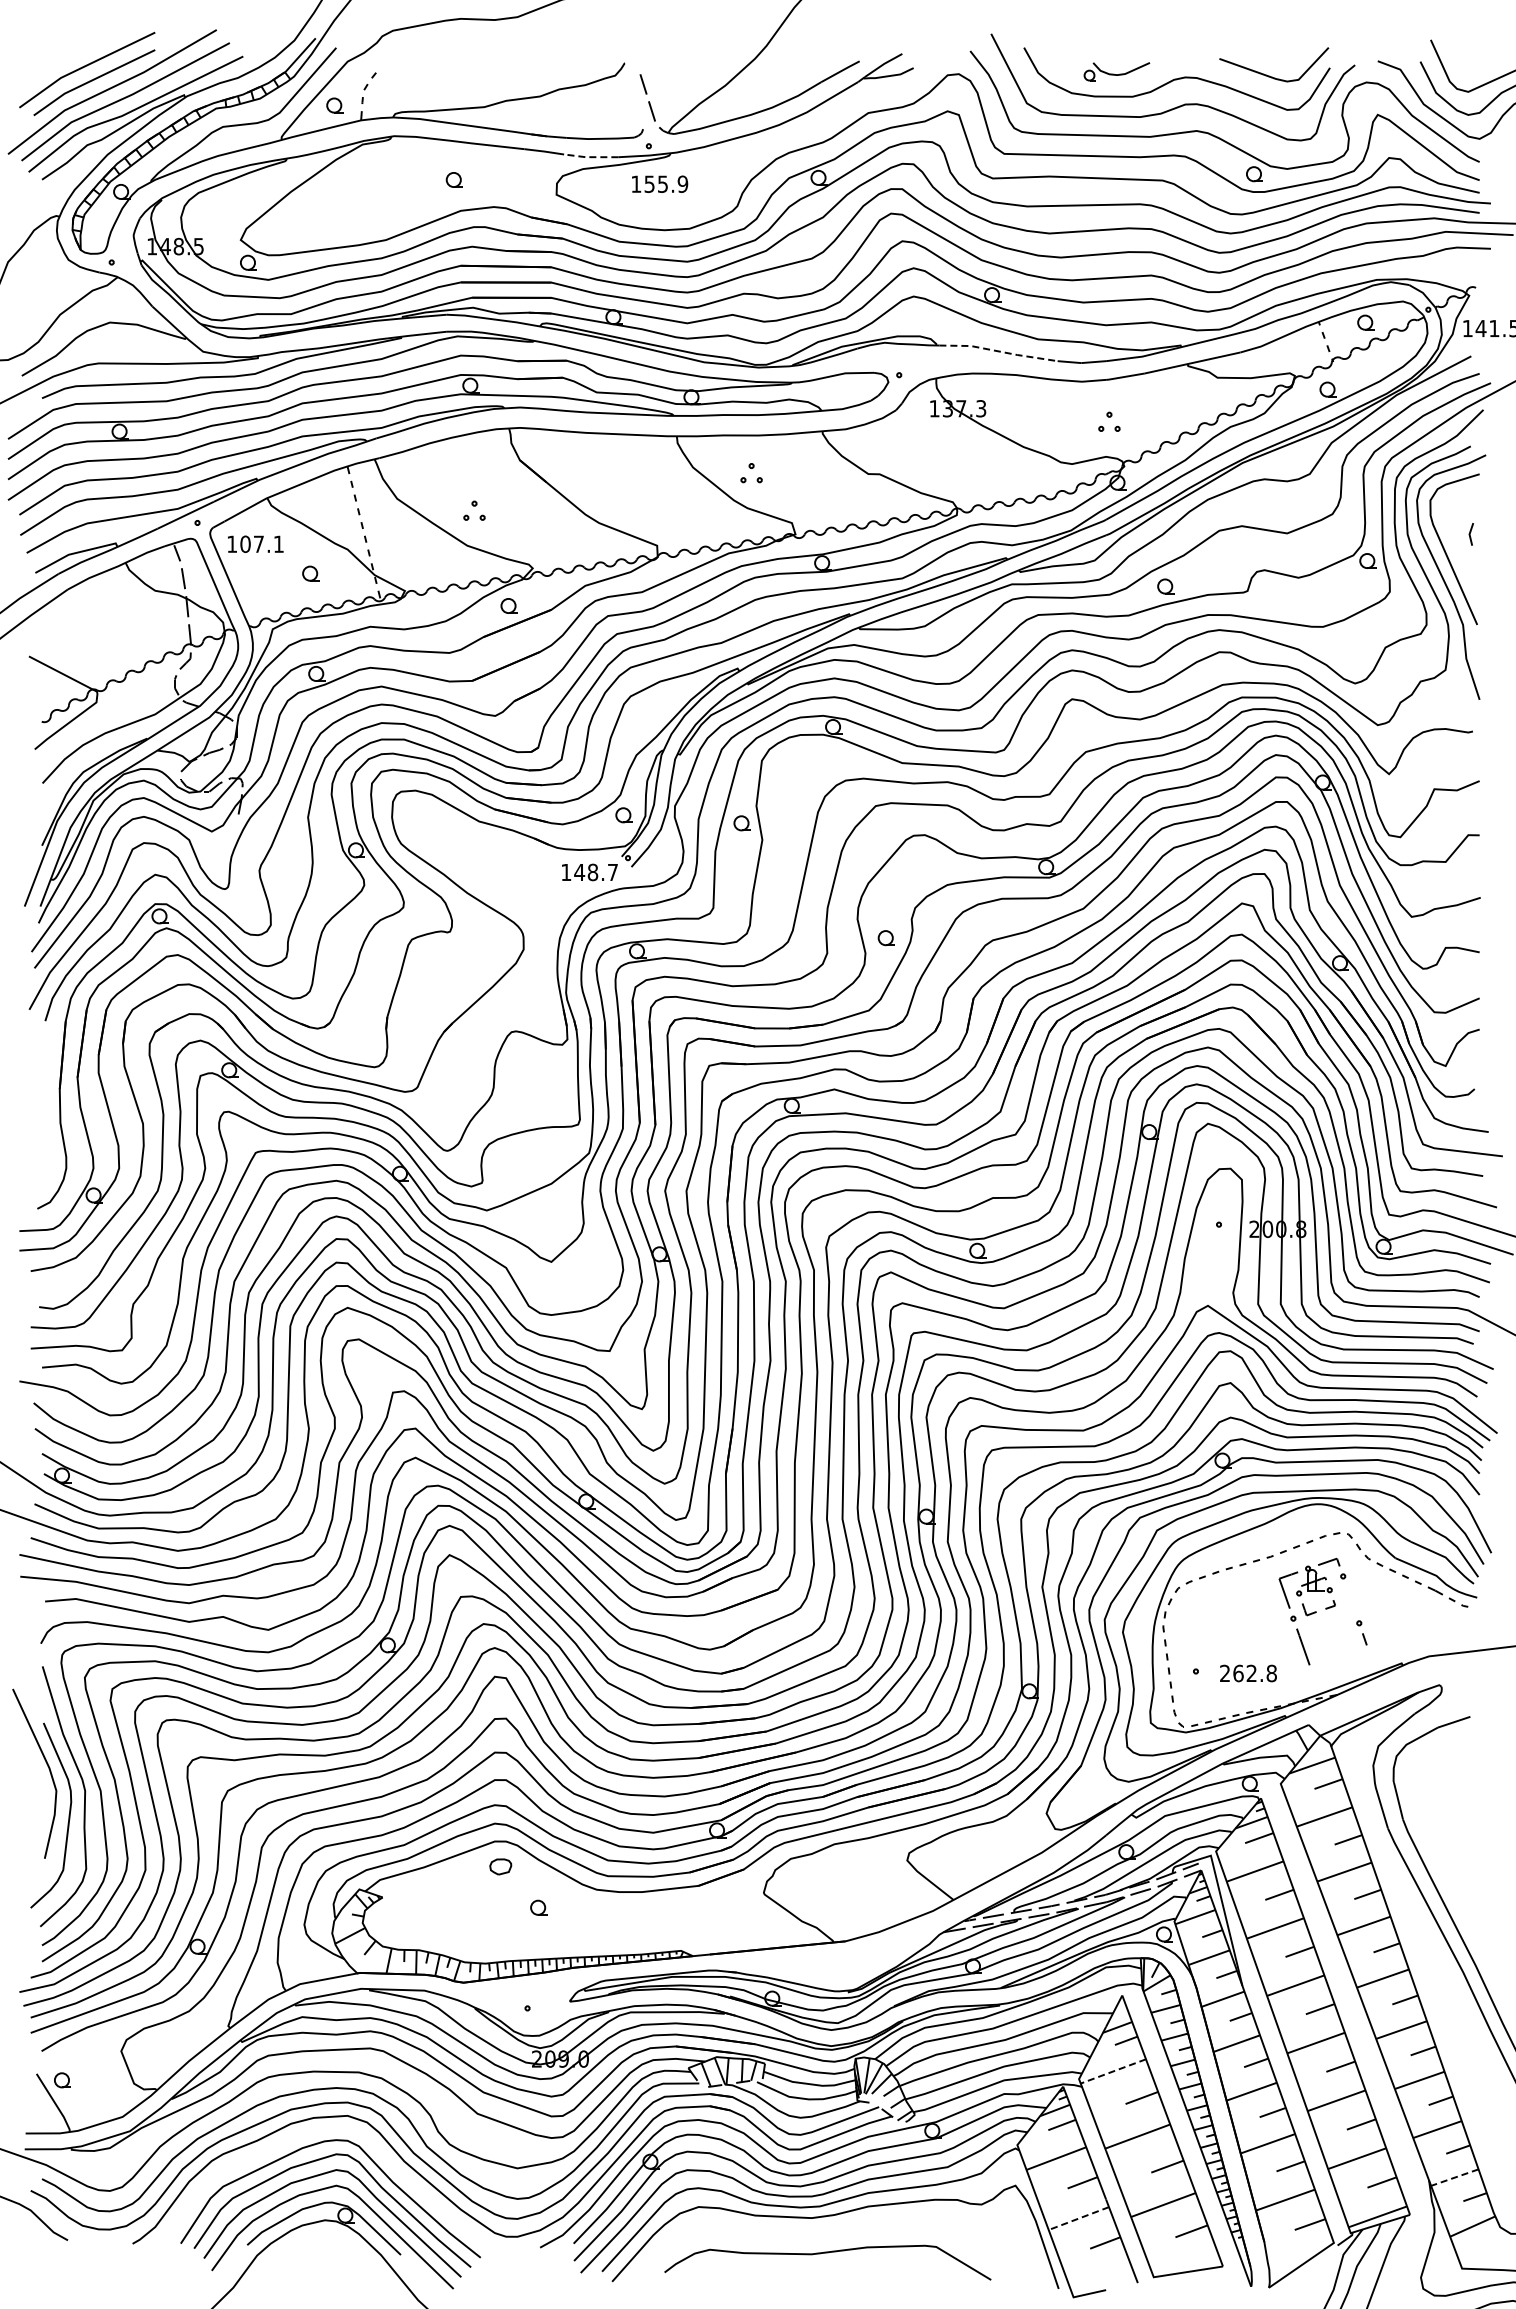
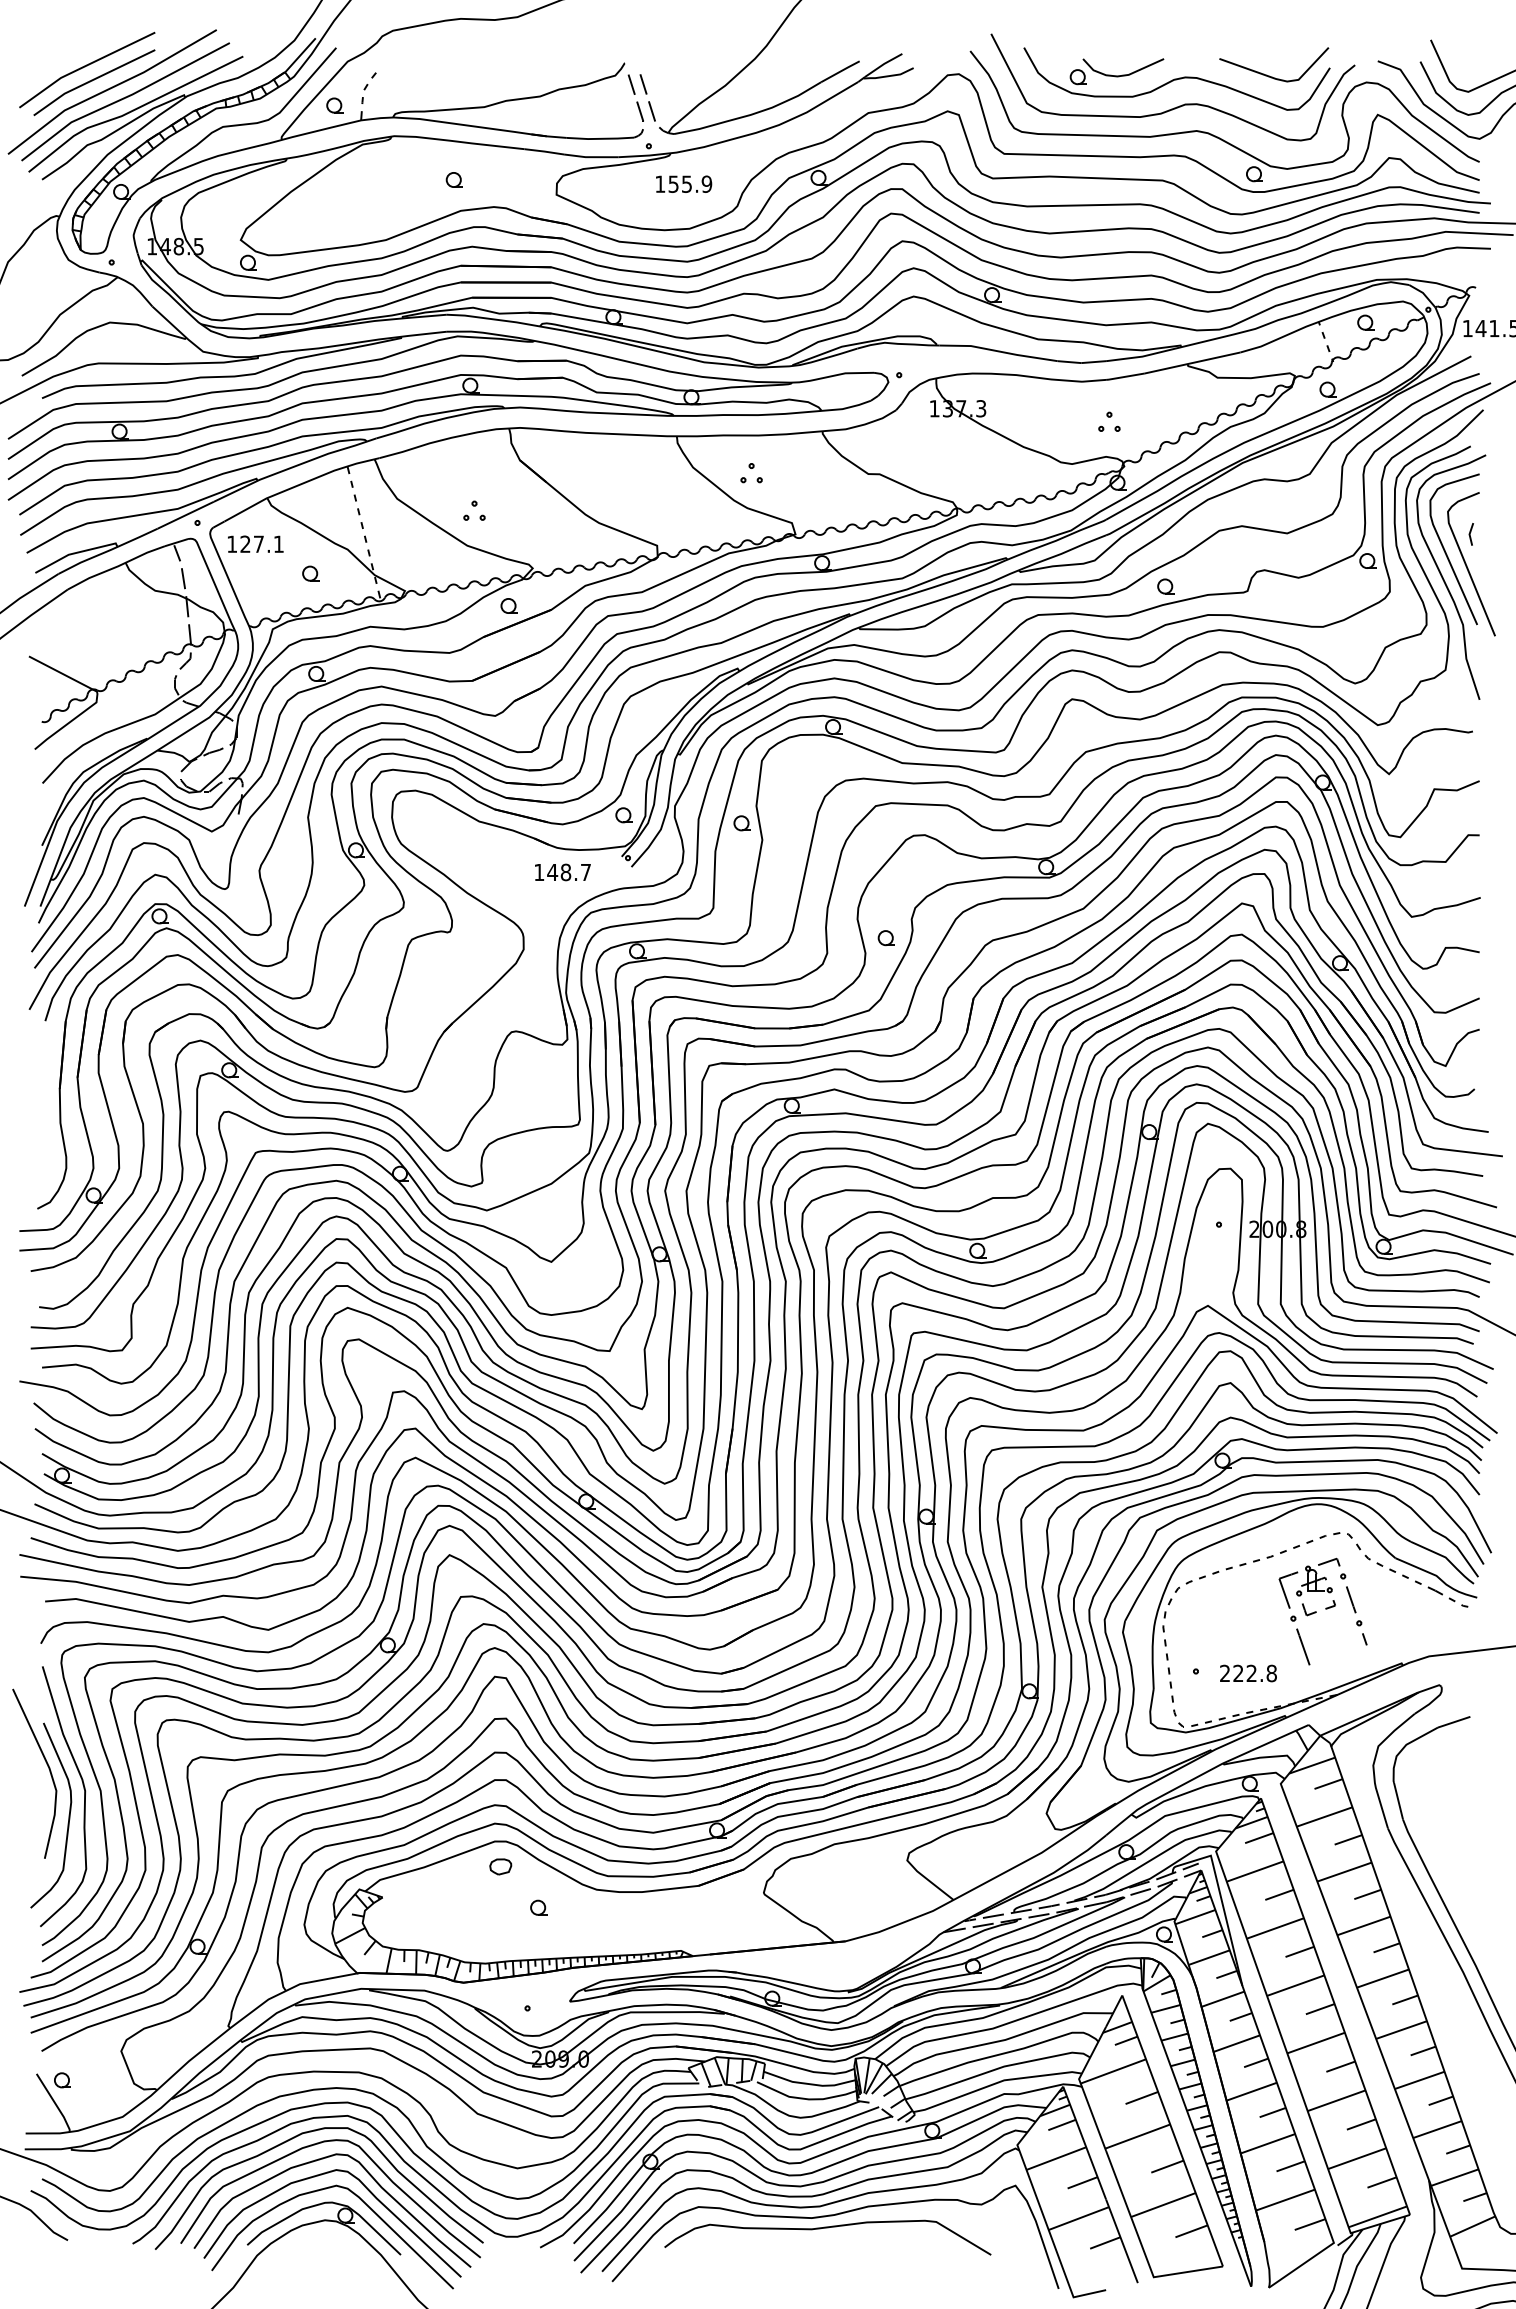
part at (1116, 71) size: 68x20 px -> 96x28 px
line at (635, 94): none -> present
line at (590, 157): dashed -> solid
text at (660, 183) position: (660, 183) -> (684, 183)
line at (998, 351): dashed -> solid
text at (245, 544): 107.1 -> 127.1
curve at (1467, 565): none -> present
text at (589, 872) position: (589, 872) -> (562, 872)
line at (1351, 1599): none -> present
text at (1238, 1673): 262.8 -> 222.8
line at (1113, 2071): dashed -> solid
curve at (294, 2138): none -> present
line at (1454, 2177): dashed -> solid
line at (1078, 2218): dashed -> solid
curve at (827, 2253) position: (827, 2253) -> (827, 2228)
